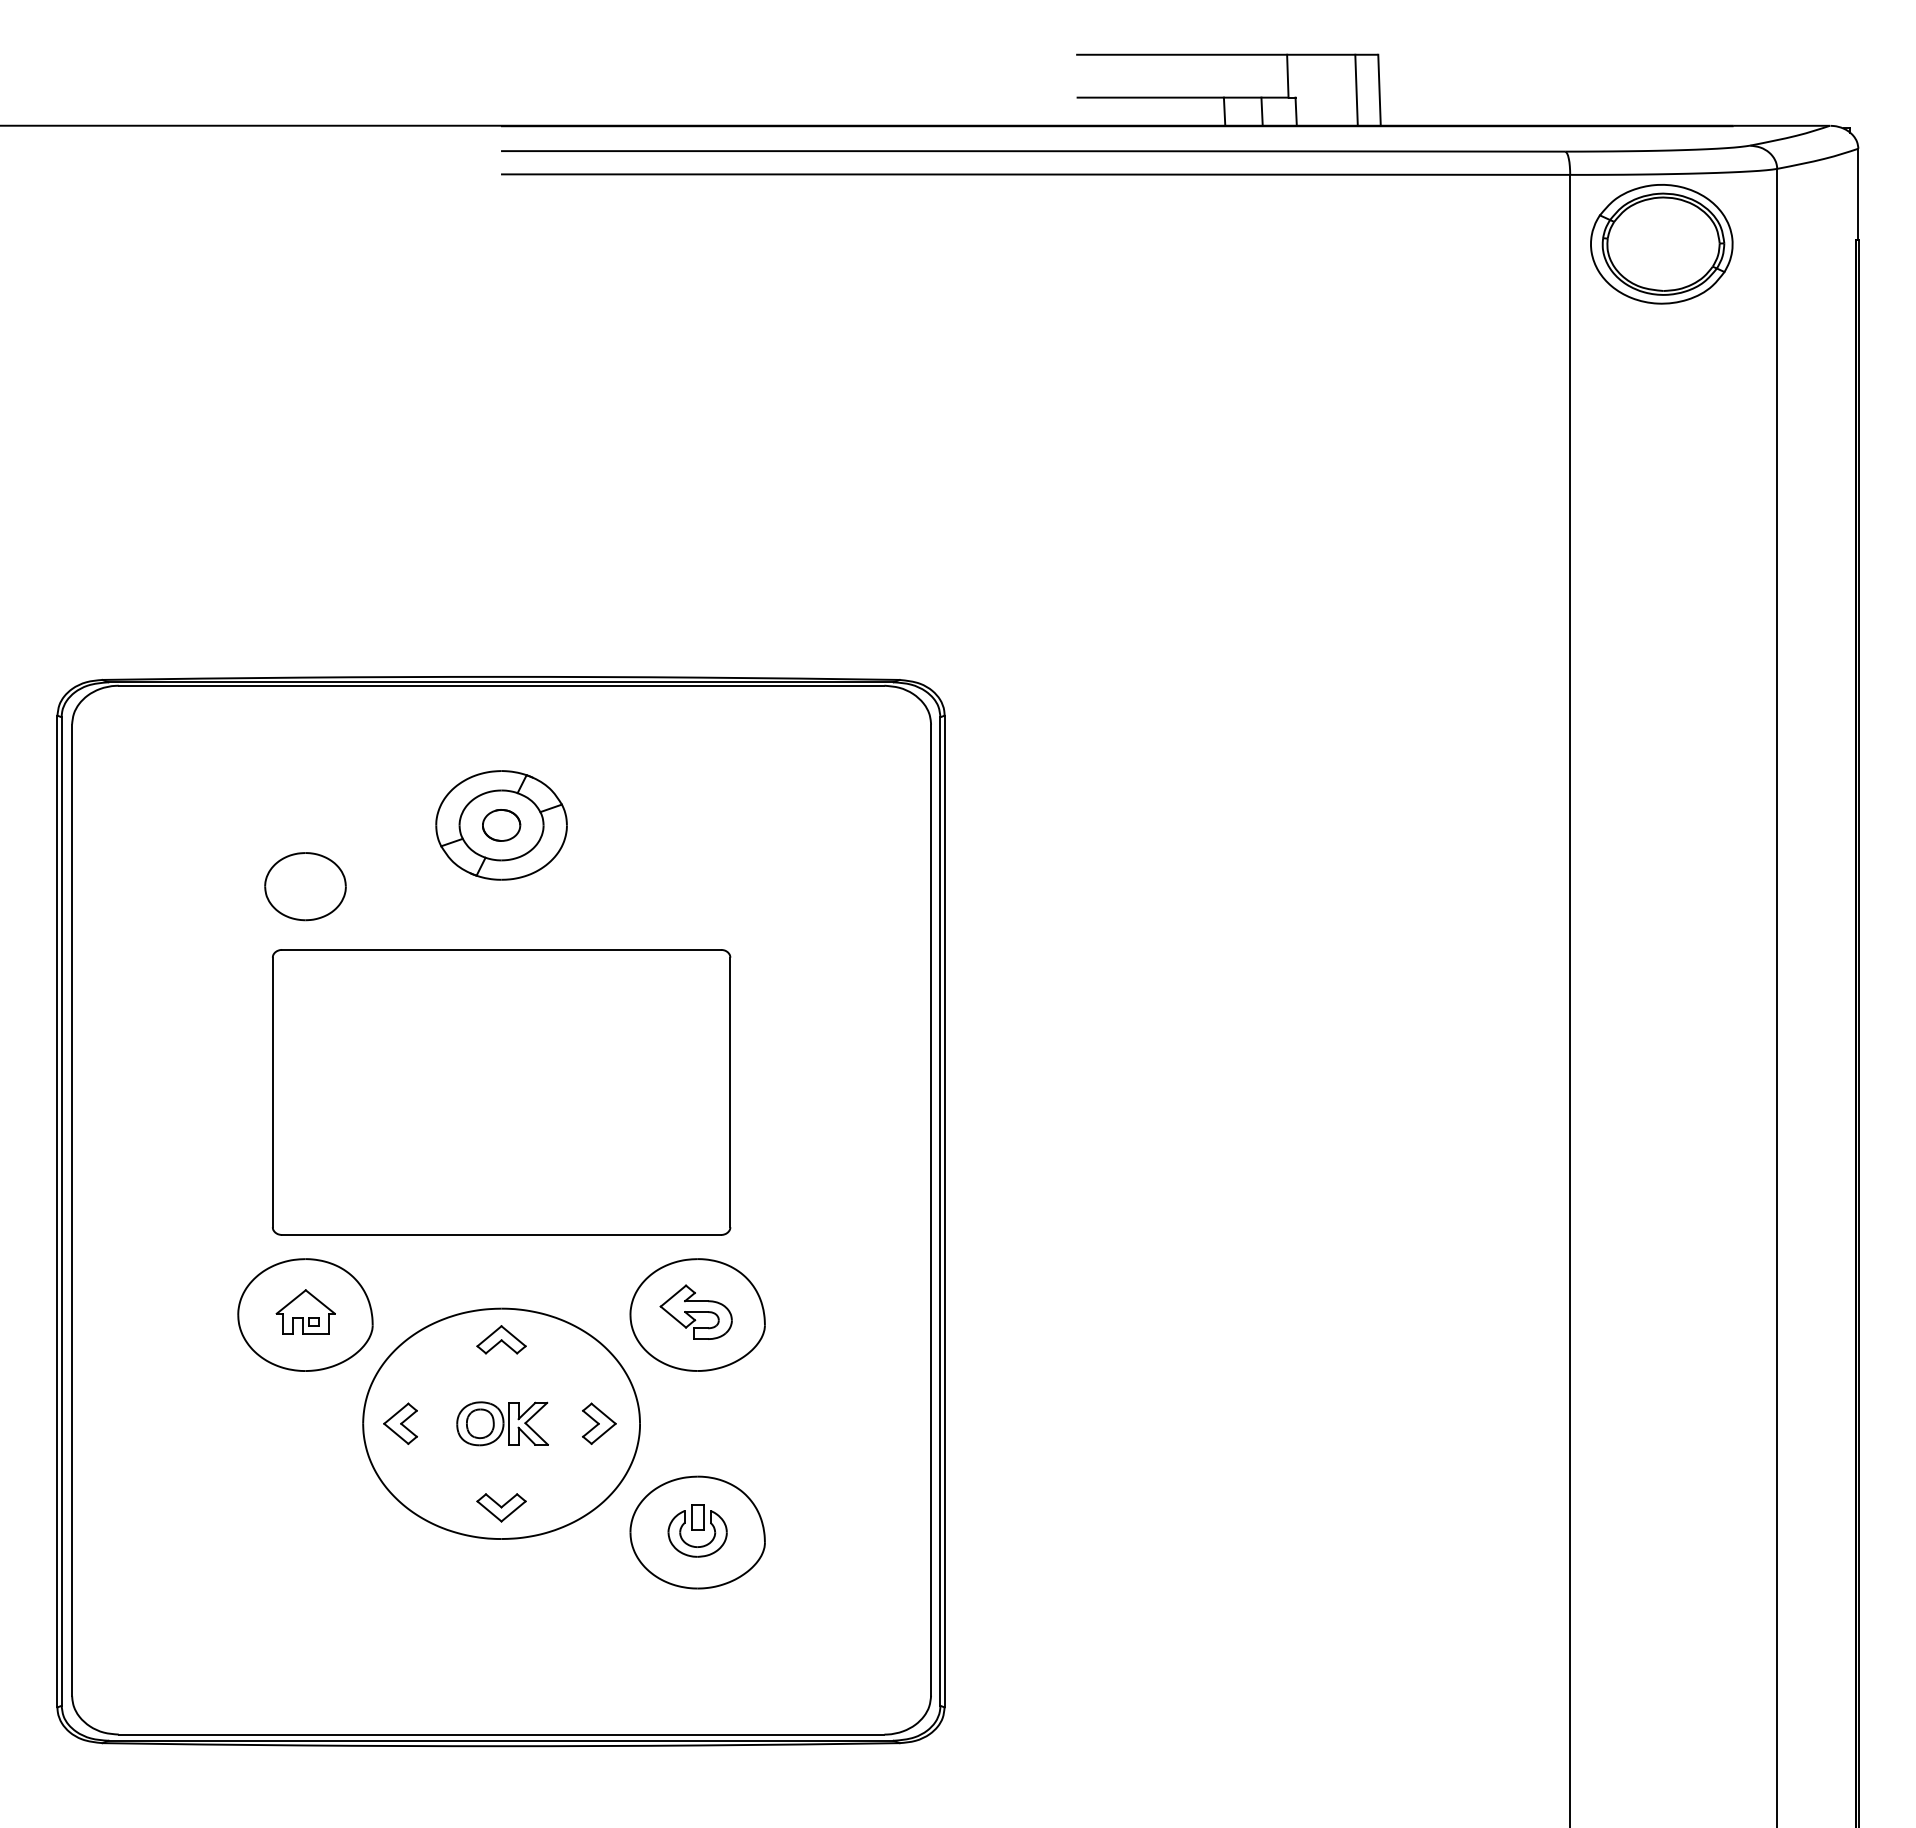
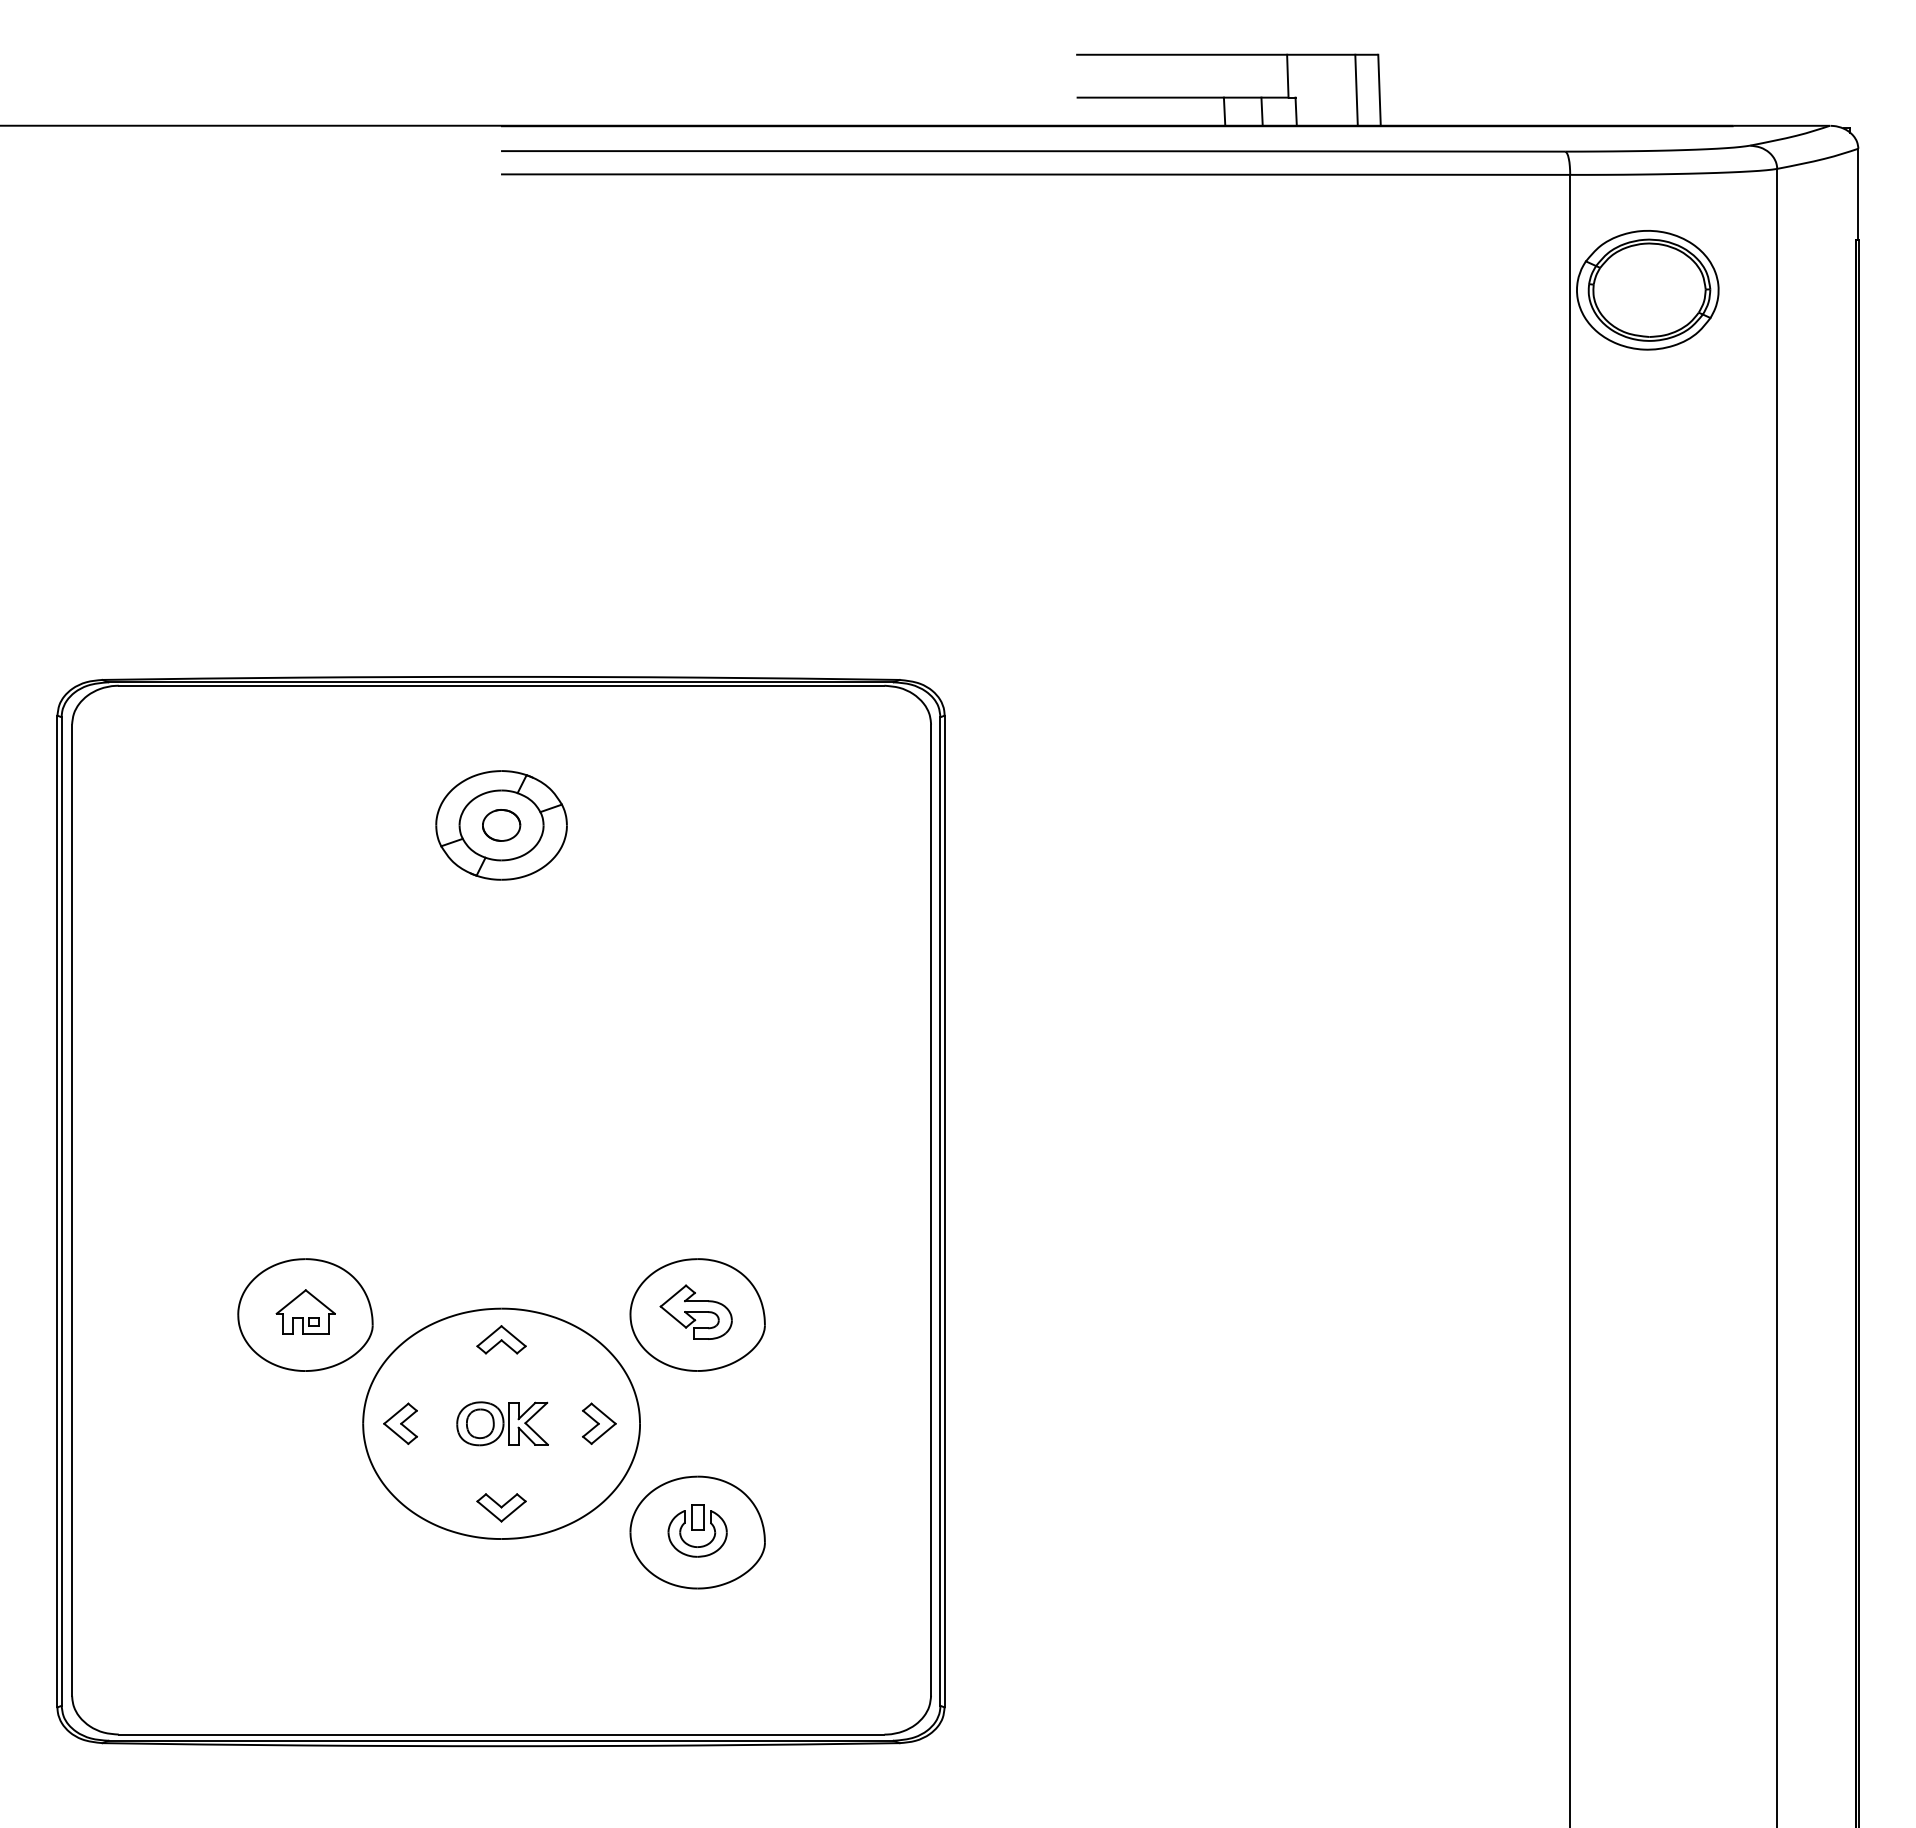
part at (1661, 244) position: (1661, 244) -> (1647, 290)
part at (305, 886): present -> none
part at (501, 1092): present -> none
